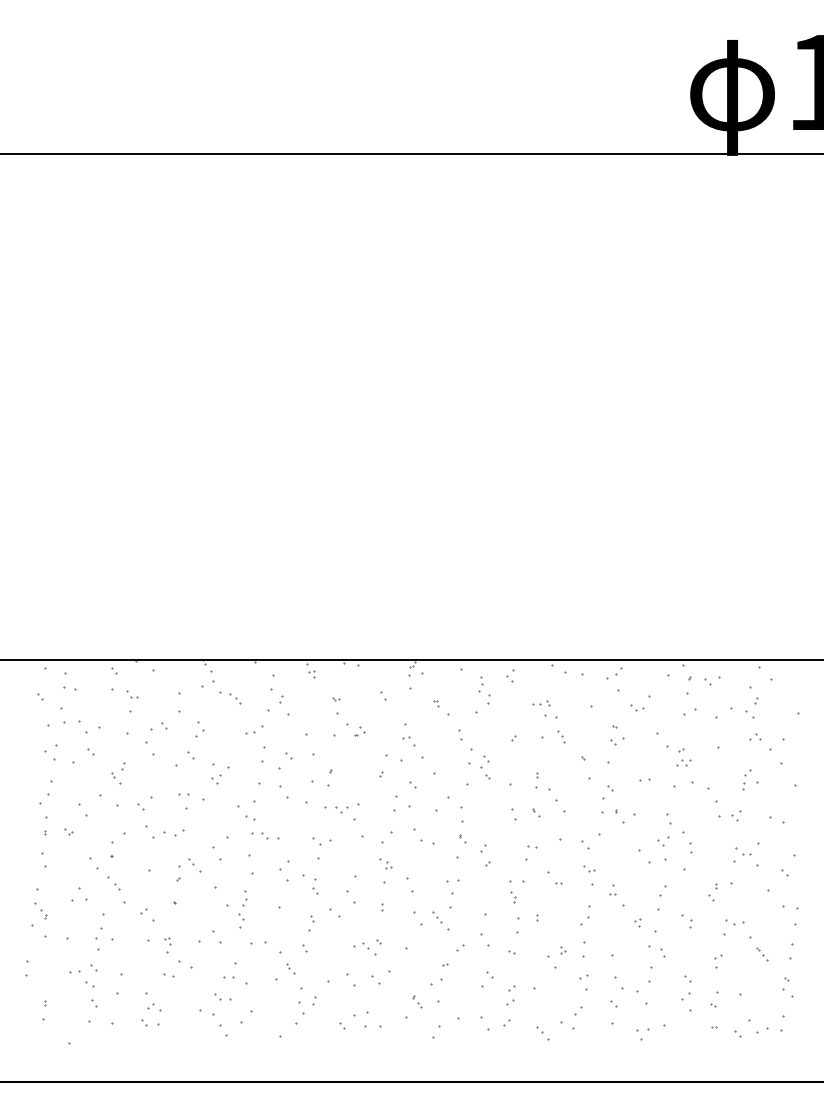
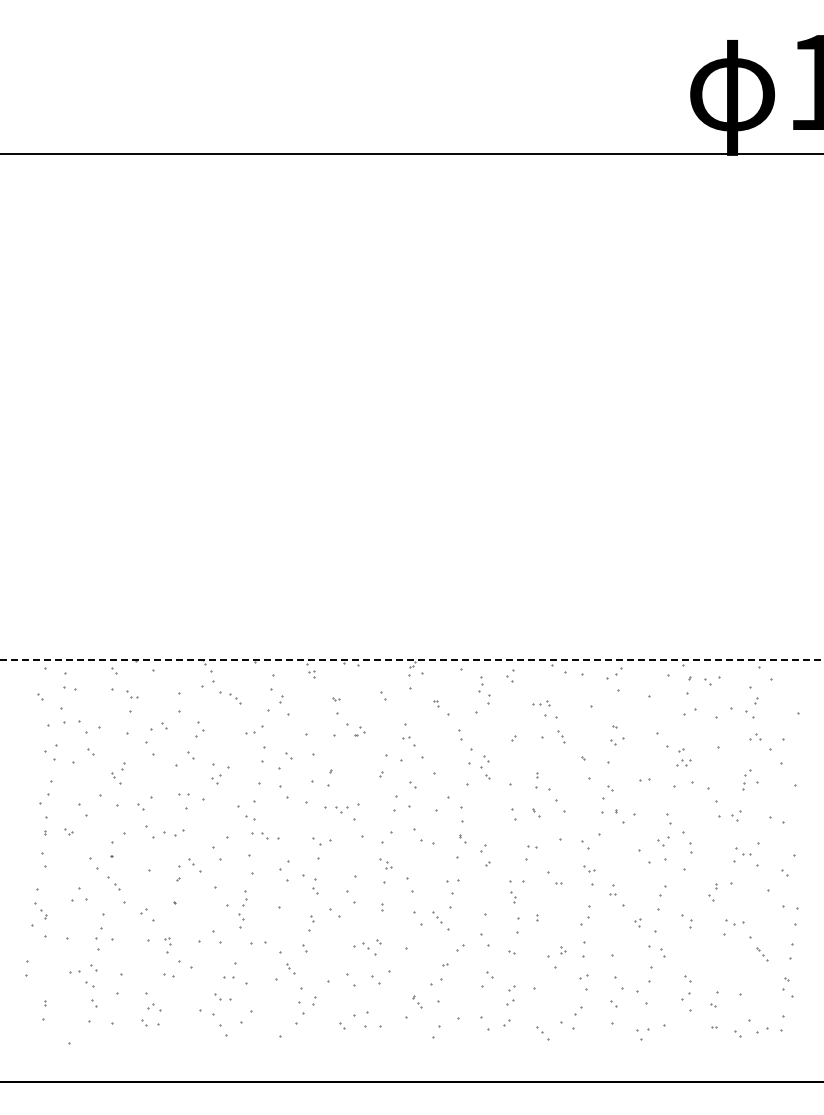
line at (411, 659): solid -> dashed
part at (637, 707): present -> none
part at (718, 961): present -> none
